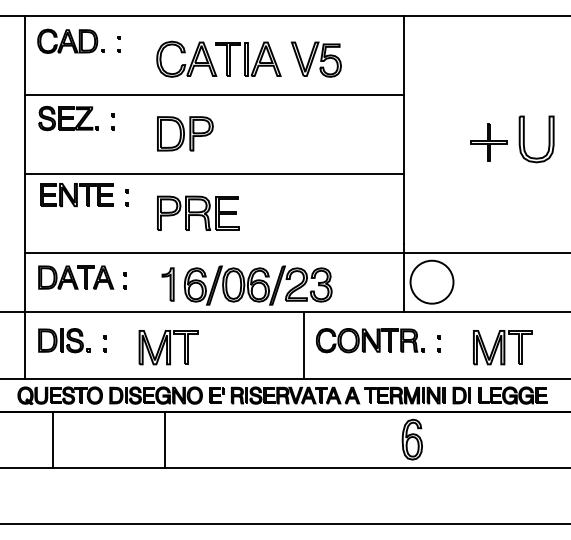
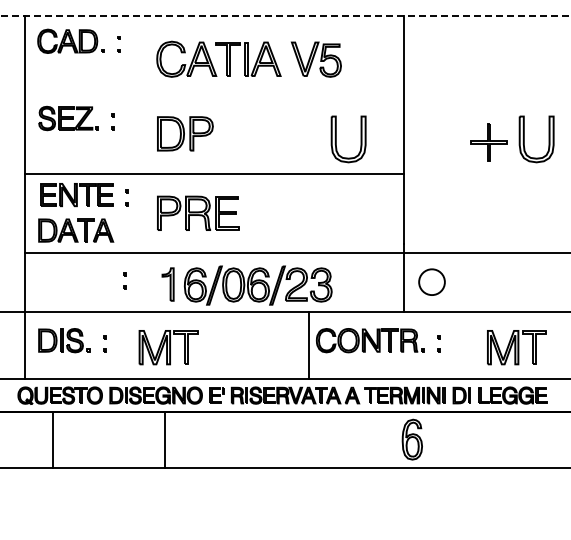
line at (285, 16): solid -> dashed
line at (214, 95): present -> none
part at (336, 139): none -> present
part at (76, 277) position: (76, 277) -> (76, 230)
circle at (431, 281) diameter: 43 px -> 26 px
line at (304, 344) position: (304, 344) -> (309, 344)
part at (502, 347) position: (502, 347) -> (516, 347)
line at (284, 523): present -> none
